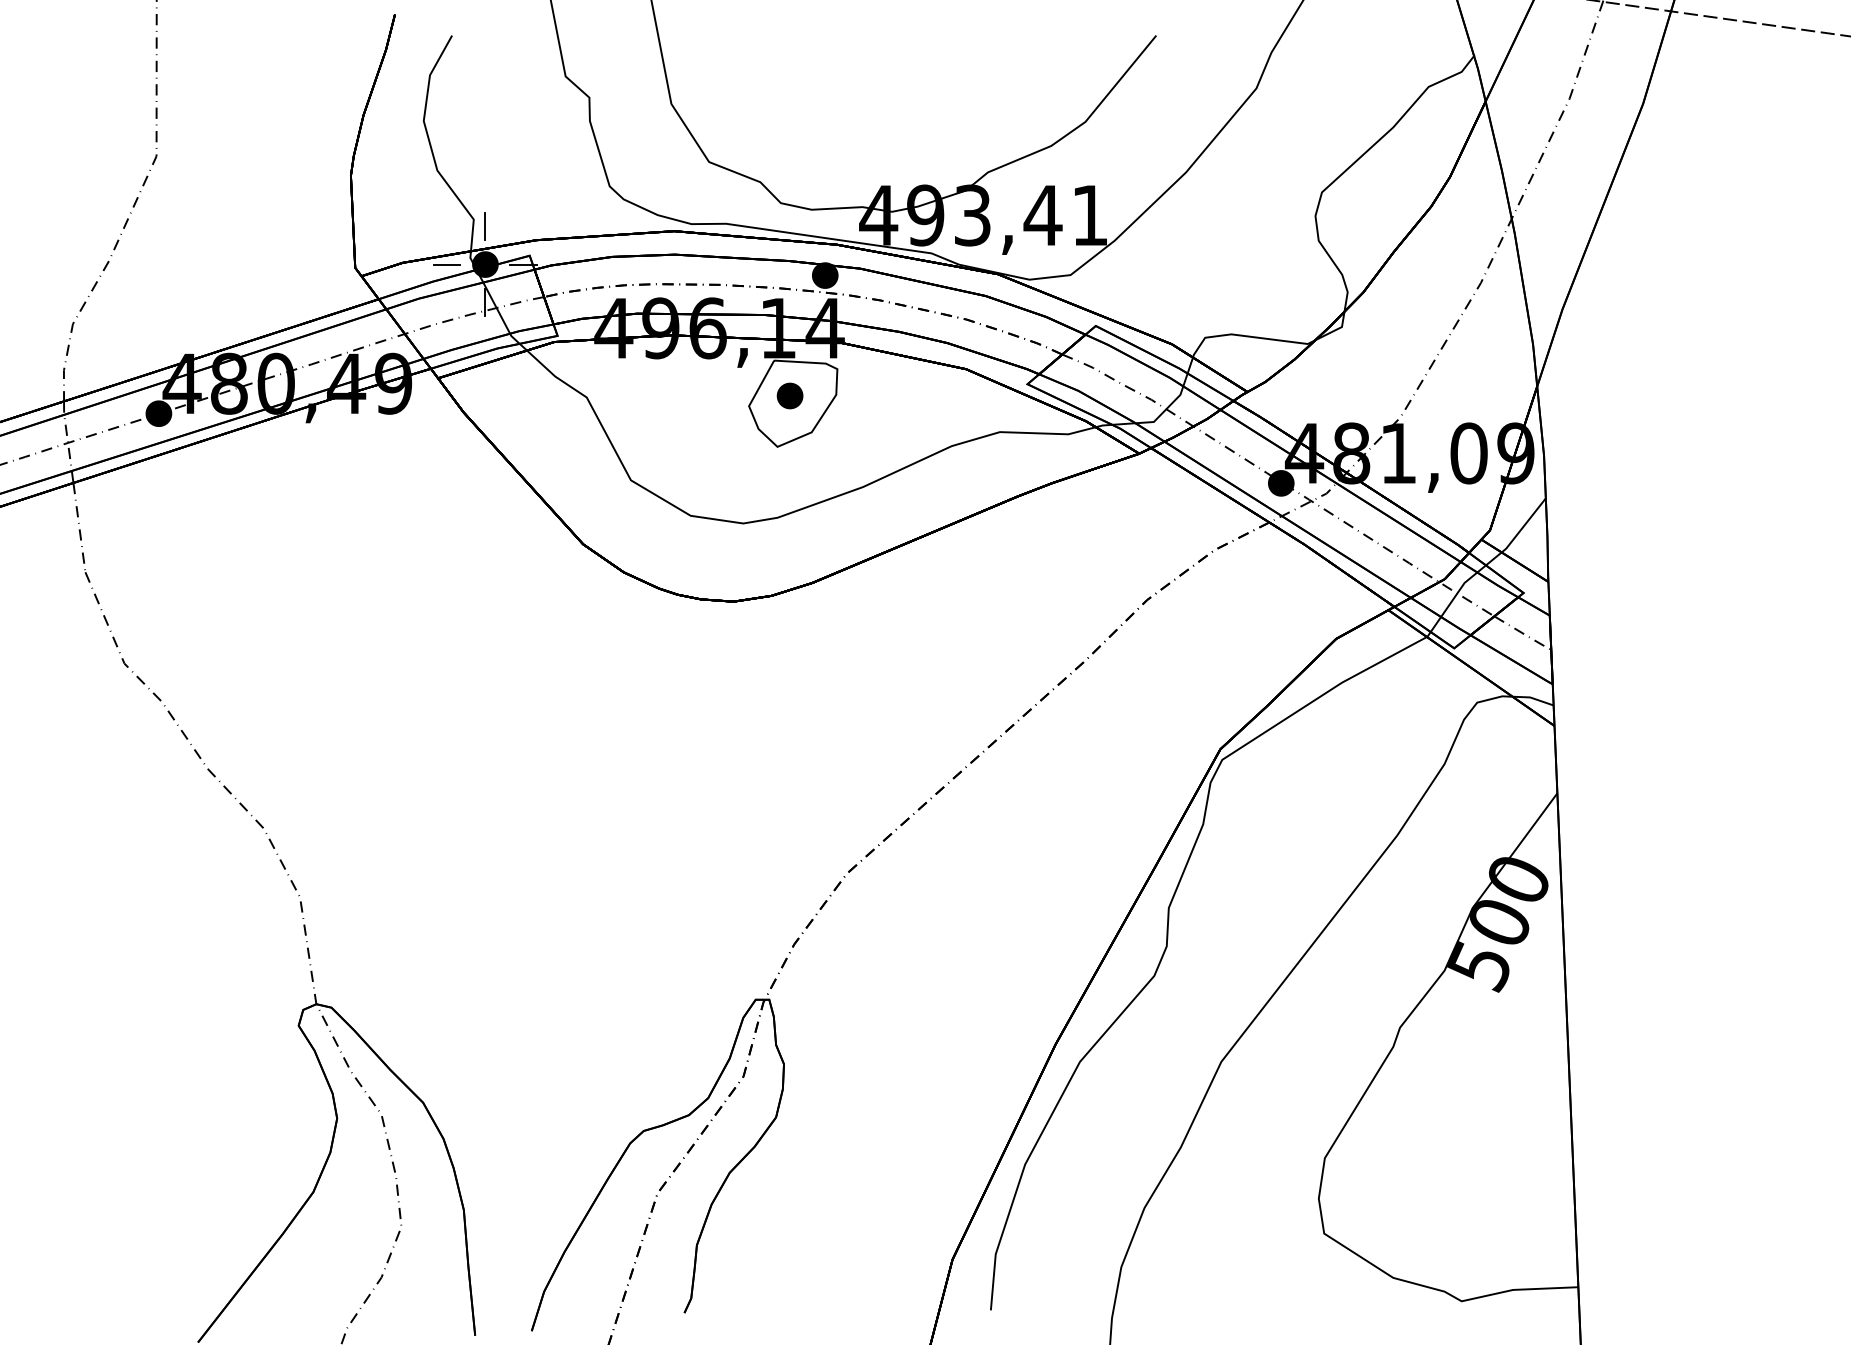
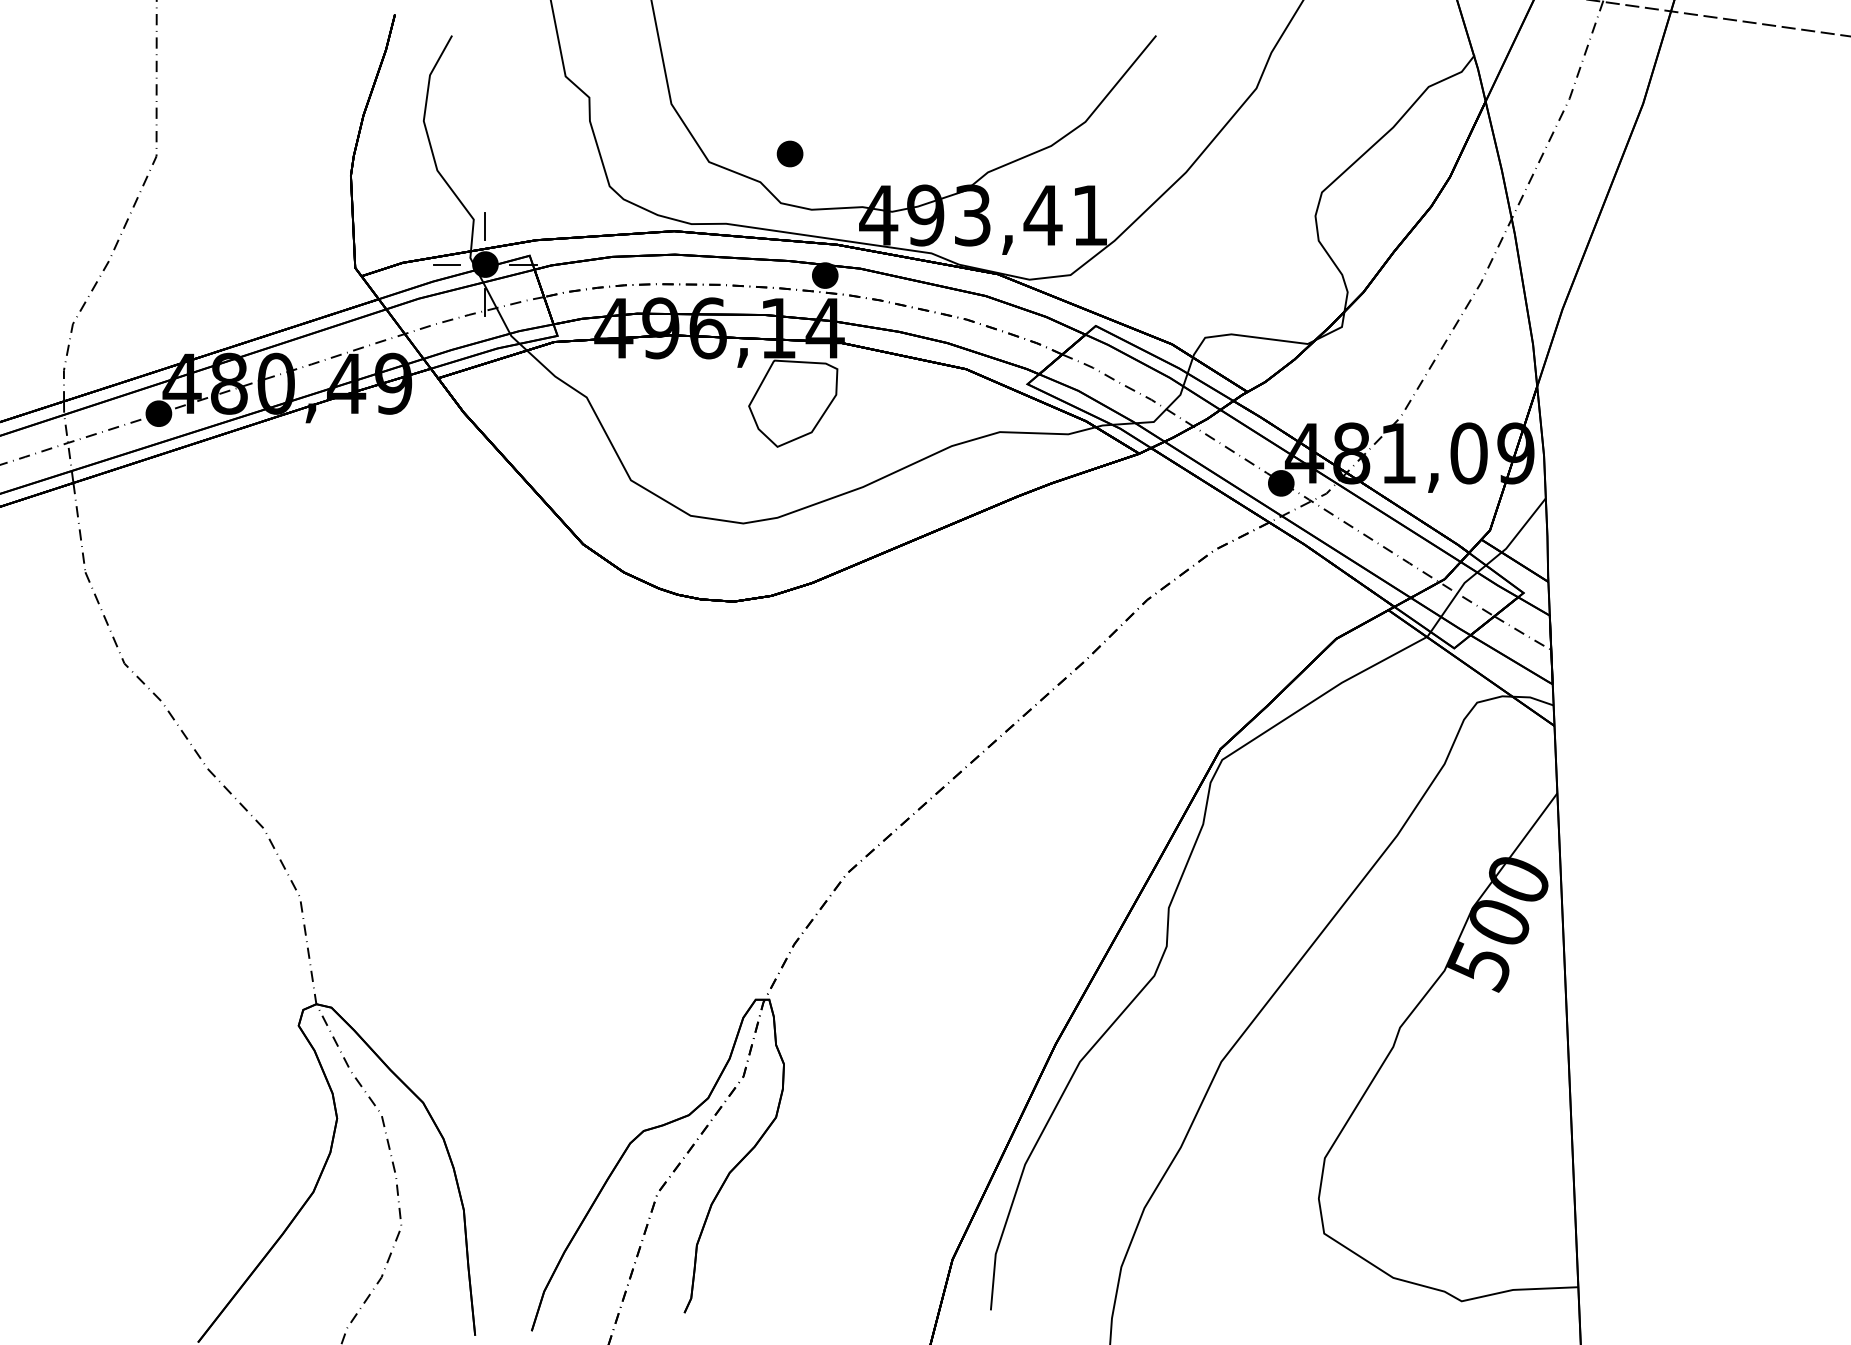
part at (789, 395) position: (789, 395) -> (789, 153)
